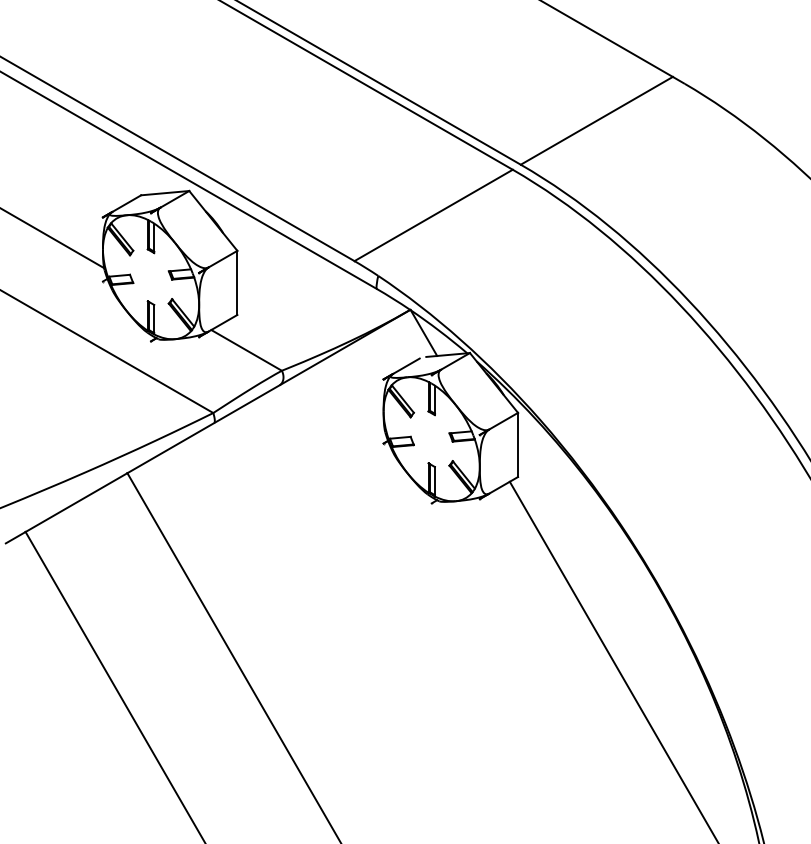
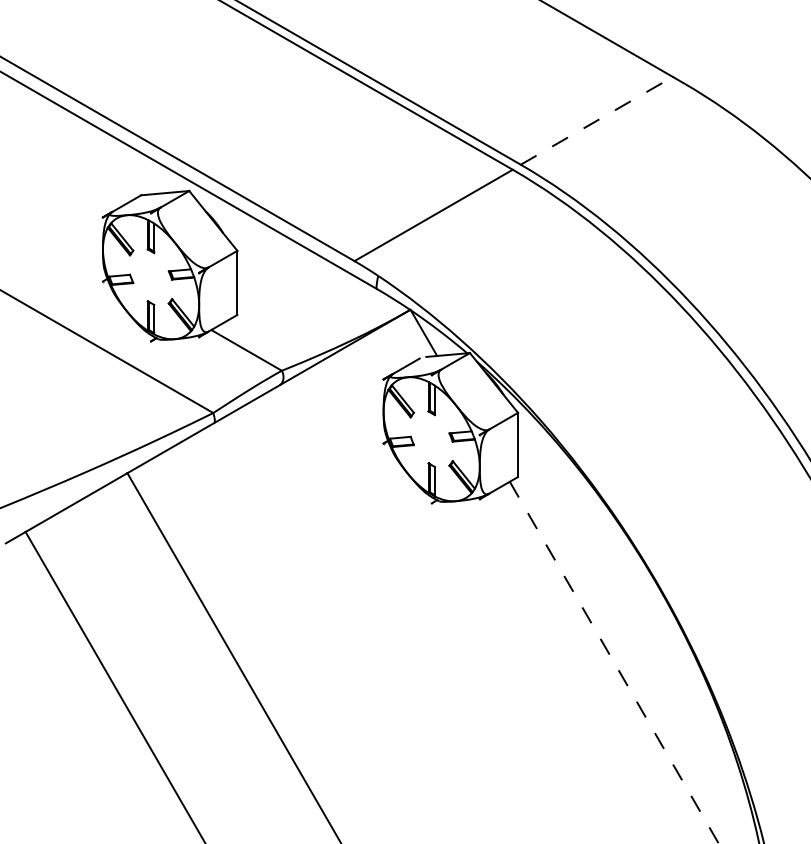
line at (596, 120): solid -> dashed
line at (53, 238): present -> none
line at (614, 662): solid -> dashed
